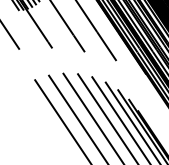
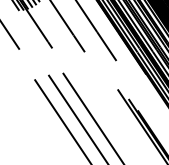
line at (106, 117): present -> none
line at (119, 118): present -> none
line at (131, 121): present -> none
